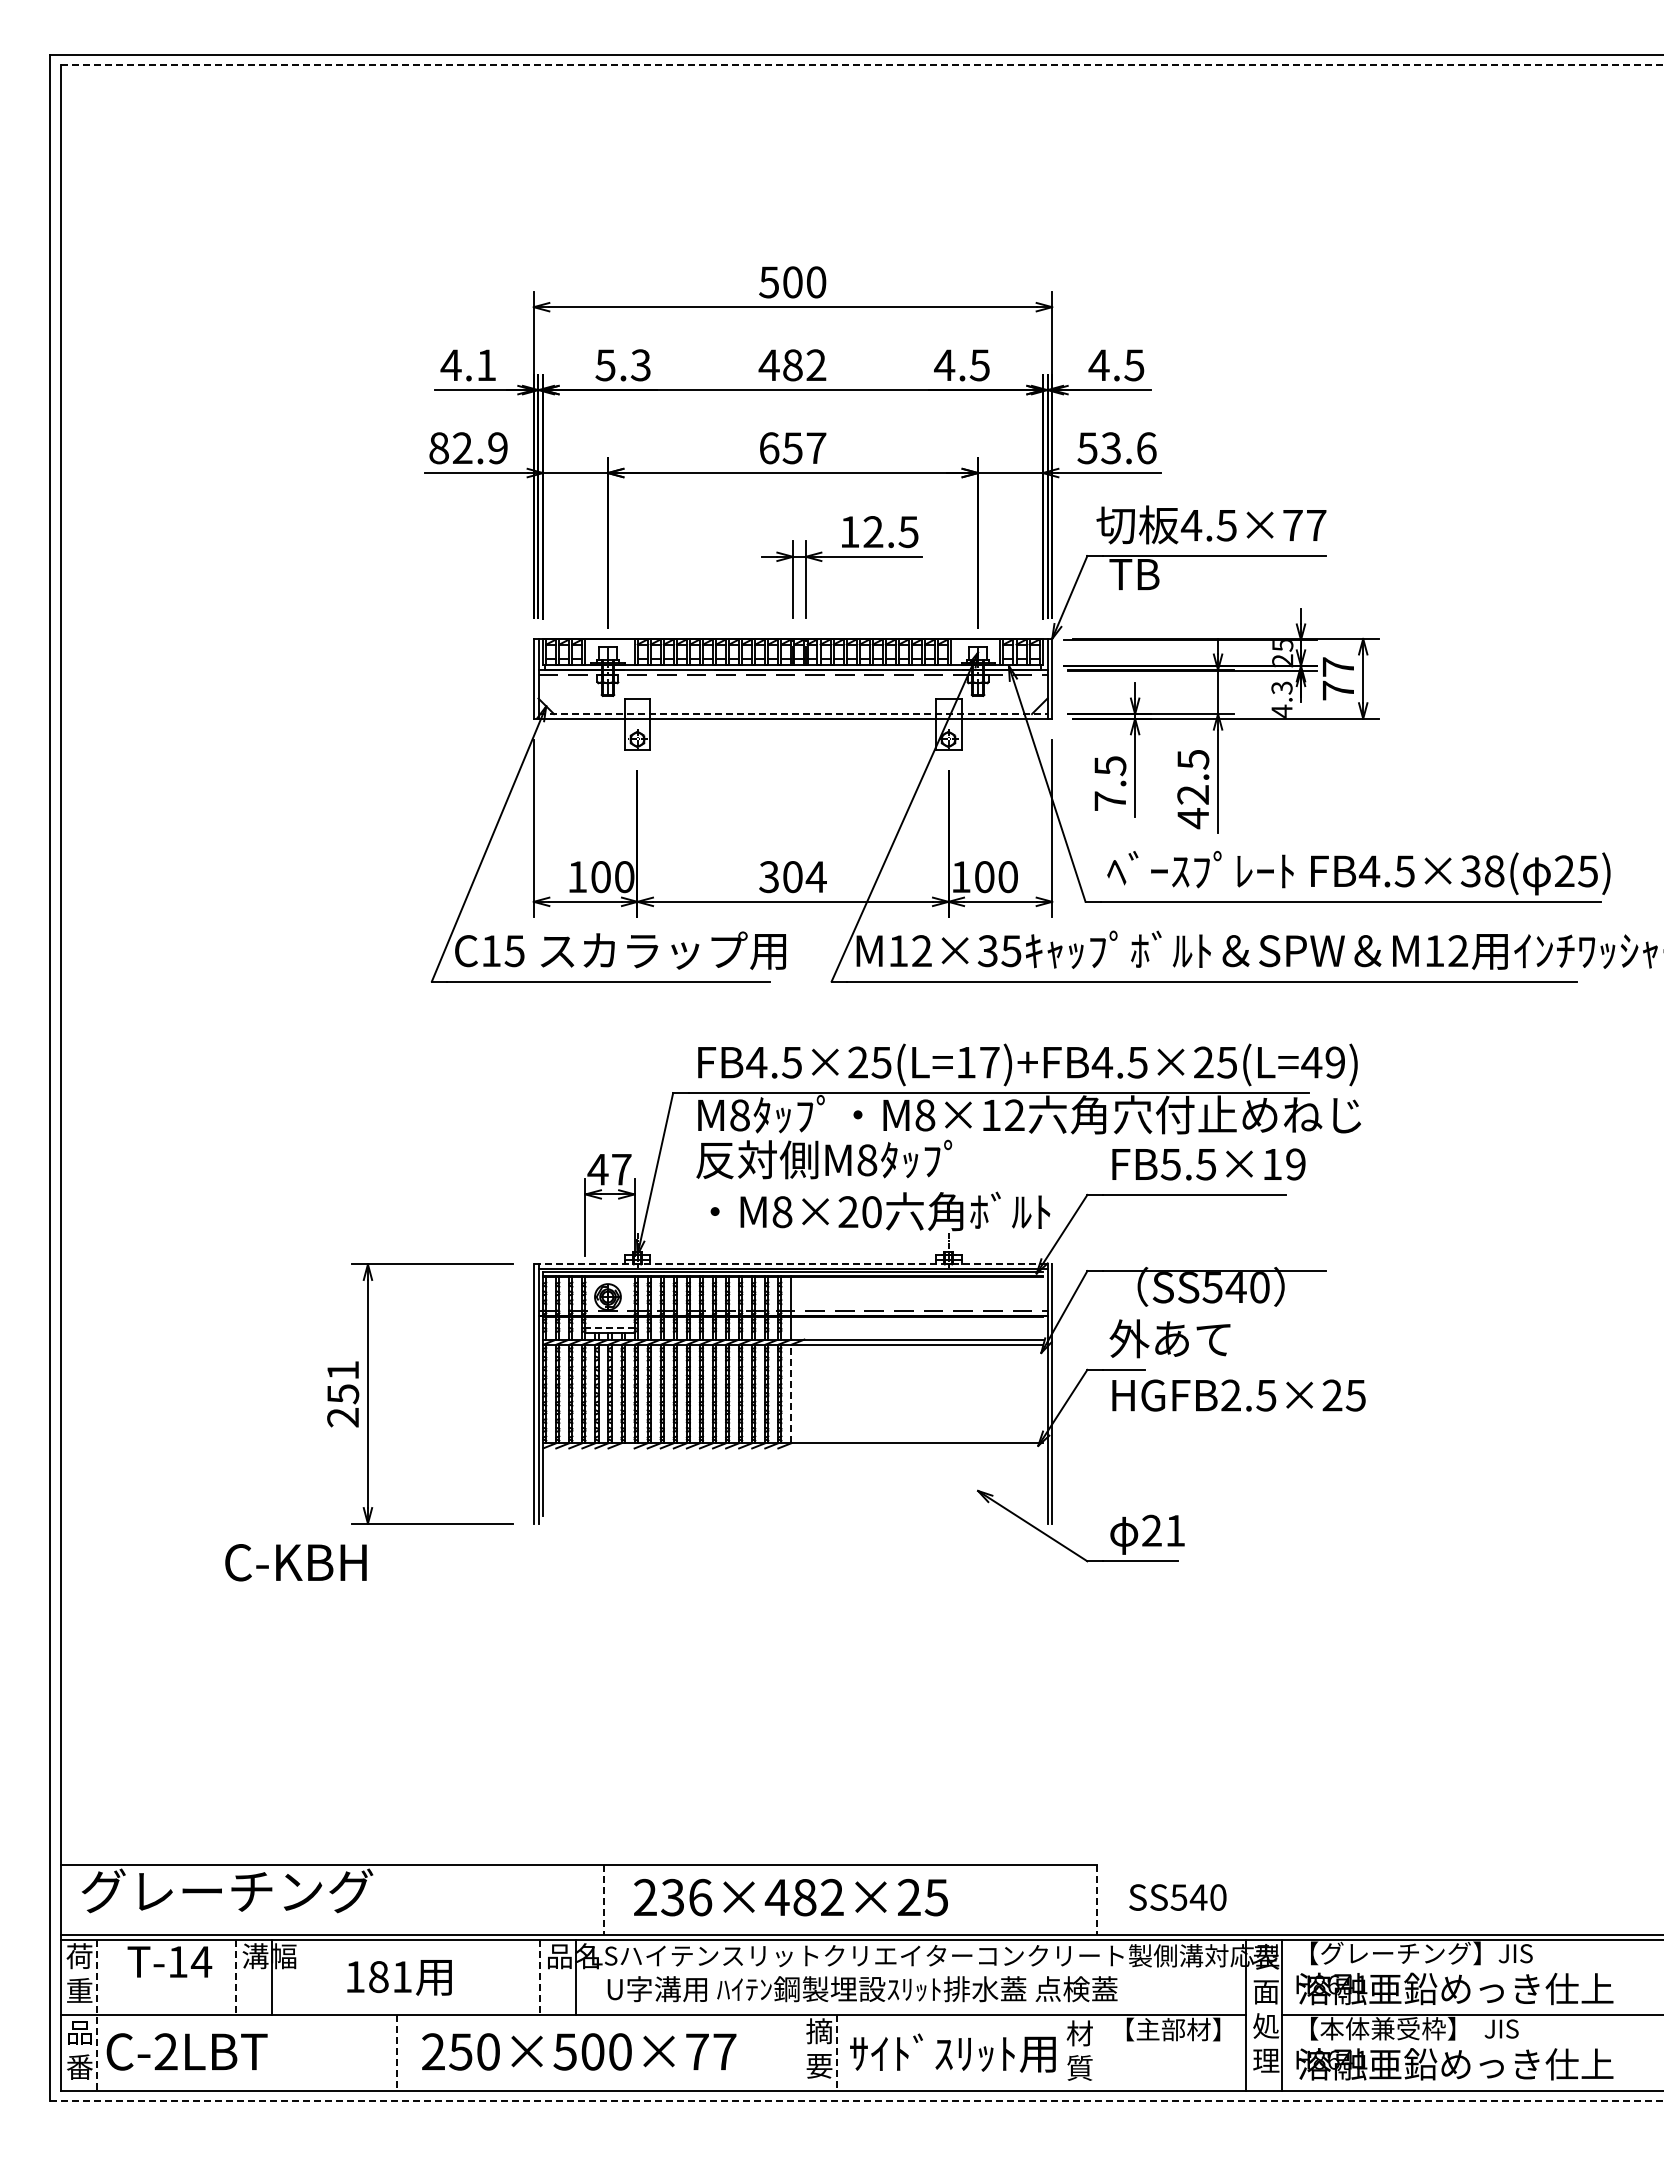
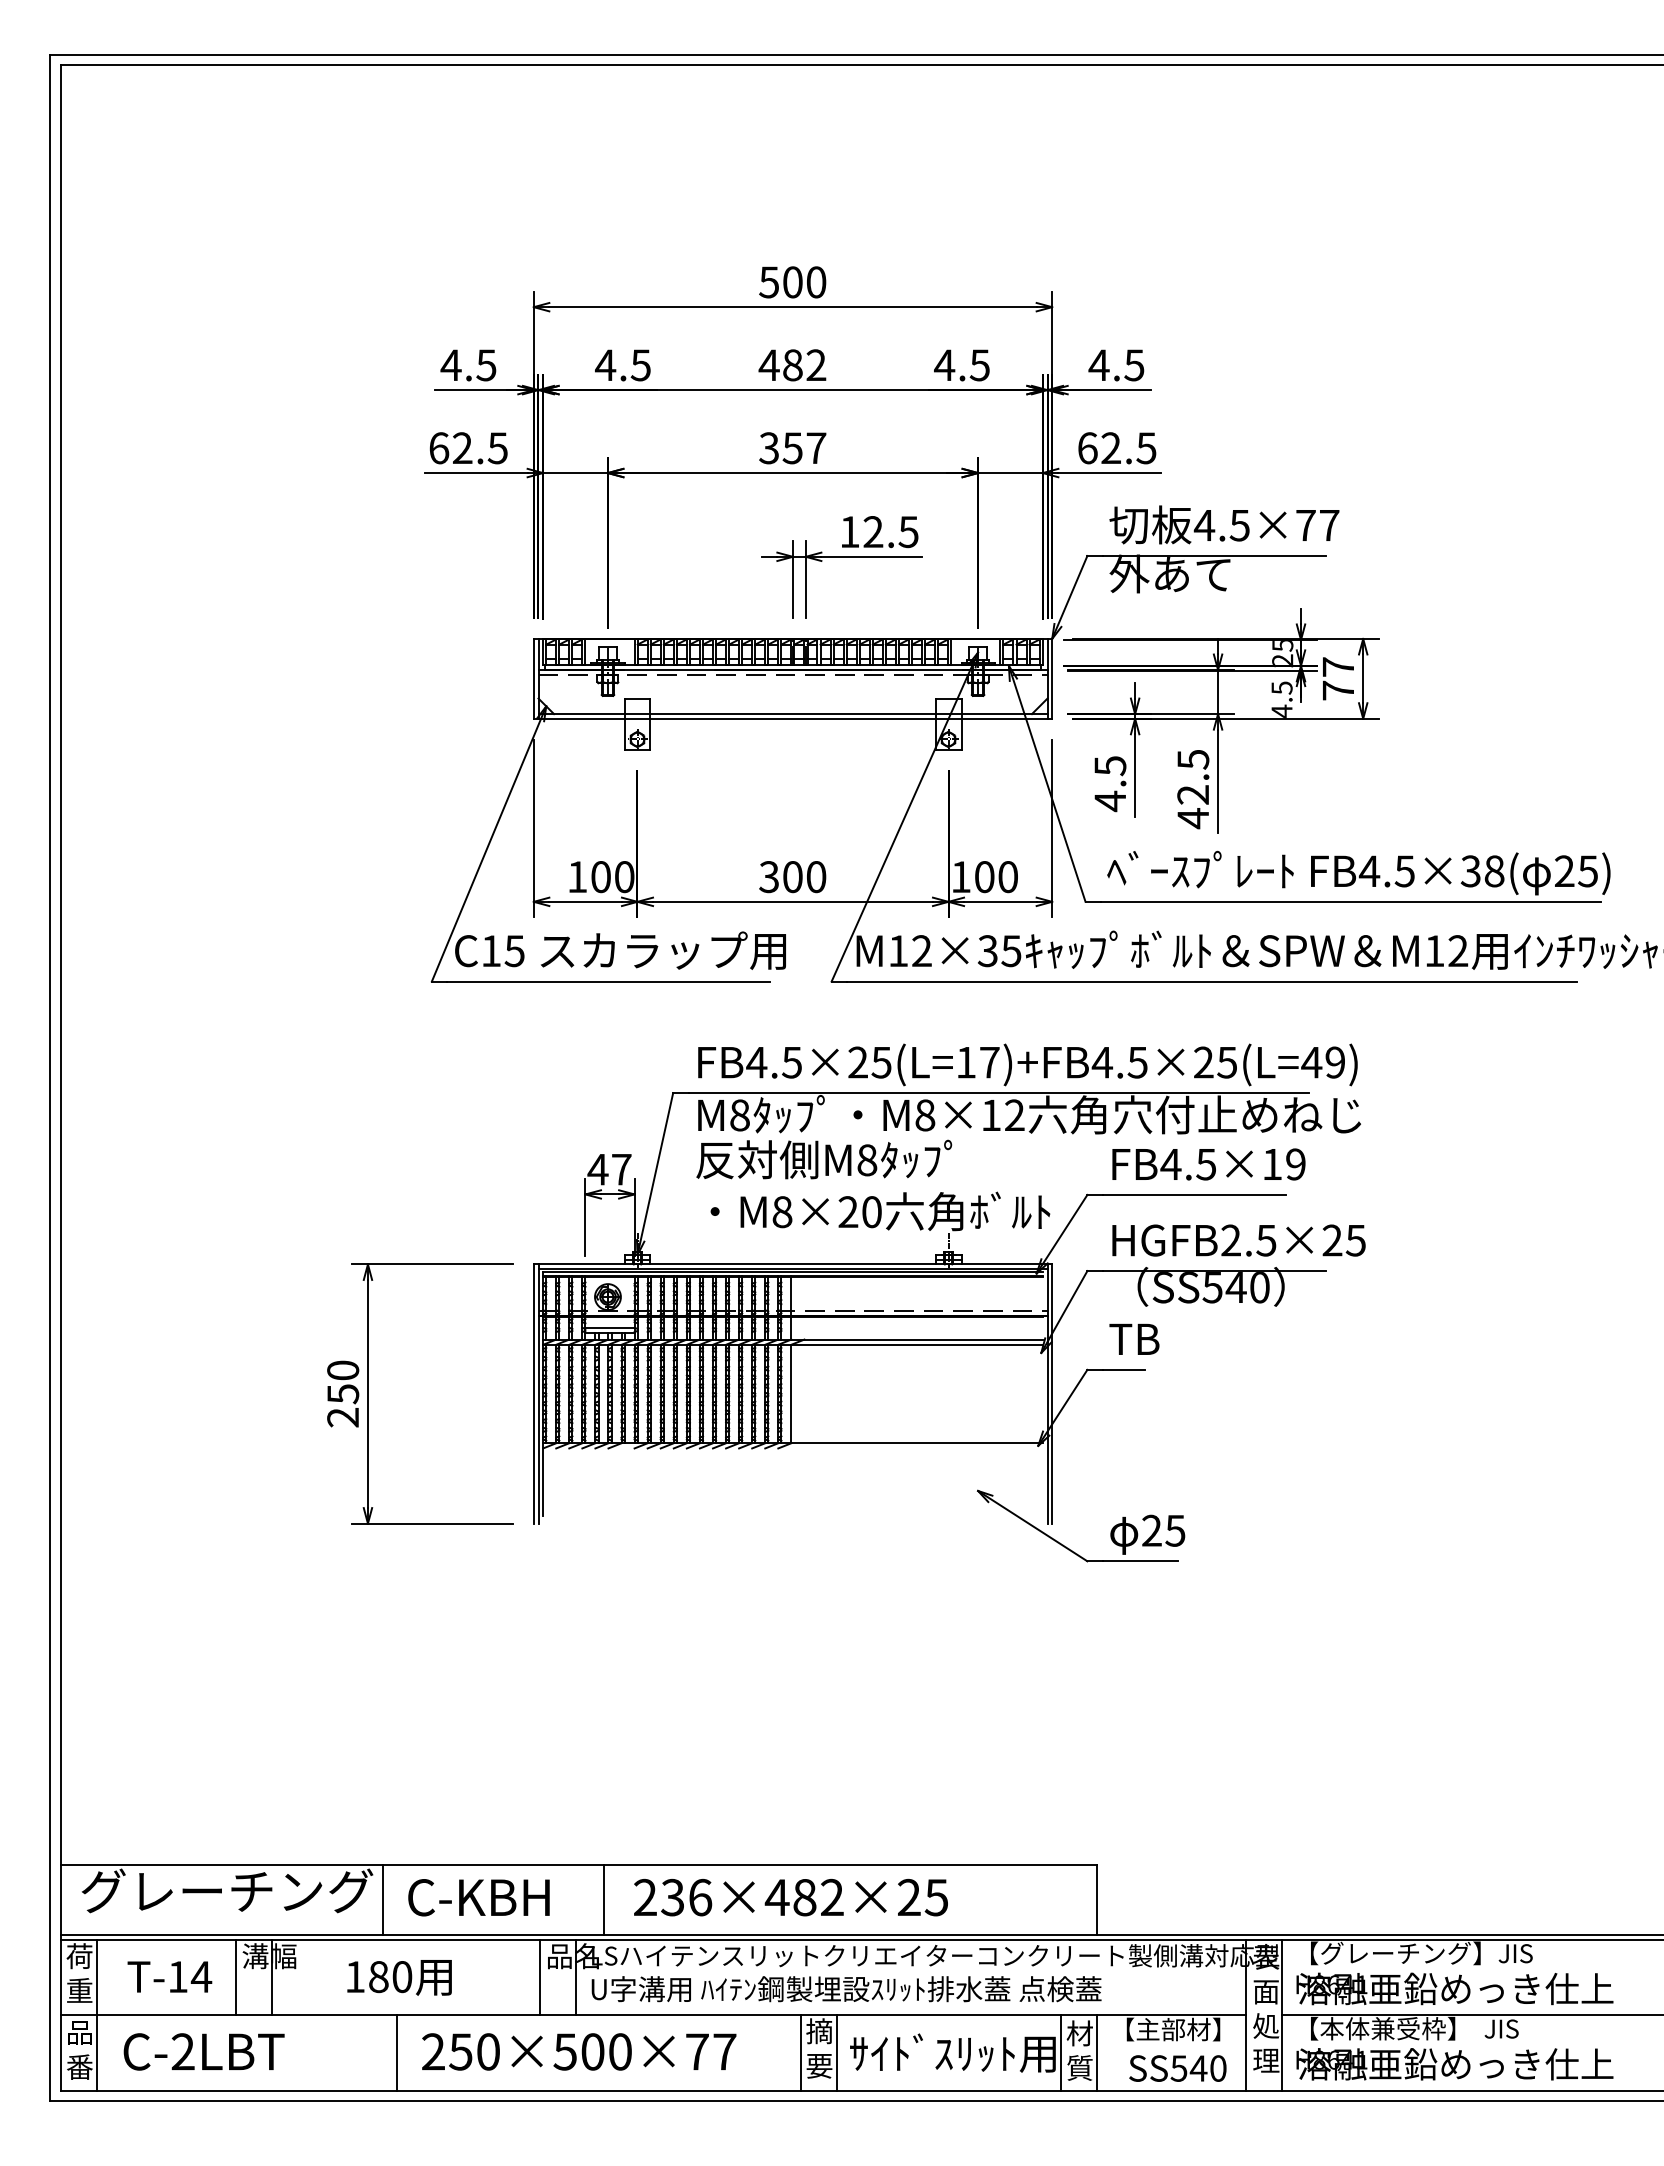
line at (862, 64): dashed -> solid
text at (486, 365): 4.1 -> 4.5
text at (622, 365): 5.3 -> 4.5
text at (468, 448): 82.9 -> 62.5
text at (769, 448): 657 -> 357
text at (1116, 448): 53.6 -> 62.5
text at (1211, 524) position: (1211, 524) -> (1224, 524)
text at (1169, 573): TB -> 外あて
text at (1281, 687): 4.3 -> 4.5
line at (793, 714): dashed -> solid
text at (1109, 801): 7.5 -> 4.5
text at (815, 877): 304 -> 300
text at (1170, 1164): FB5.5×19 -> FB4.5×19
line at (793, 1264): dashed -> solid
line at (610, 1328): dashed -> solid
text at (1169, 1338): 外あて -> TB
text at (343, 1370): 251 -> 250
line at (791, 1393): dashed -> solid
text at (1238, 1395) position: (1238, 1395) -> (1238, 1240)
text at (1175, 1530): 21 -> 25
text at (295, 1562) position: (295, 1562) -> (478, 1897)
text at (1177, 1897) position: (1177, 1897) -> (1177, 2068)
line at (382, 1899): none -> present
line at (603, 1900): dashed -> solid
line at (1097, 1900): dashed -> solid
text at (169, 1961) position: (169, 1961) -> (169, 1976)
line at (235, 1977): dashed -> solid
text at (402, 1977): 181 -> 180
line at (540, 1977): dashed -> solid
text at (862, 1989) position: (862, 1989) -> (846, 1989)
line at (96, 2015): dashed -> solid
text at (186, 2051) position: (186, 2051) -> (203, 2051)
line at (397, 2052): dashed -> solid
line at (800, 2052): none -> present
line at (836, 2052): dashed -> solid
line at (1060, 2052): none -> present
line at (1097, 2052): none -> present
line at (856, 2101): dashed -> solid
